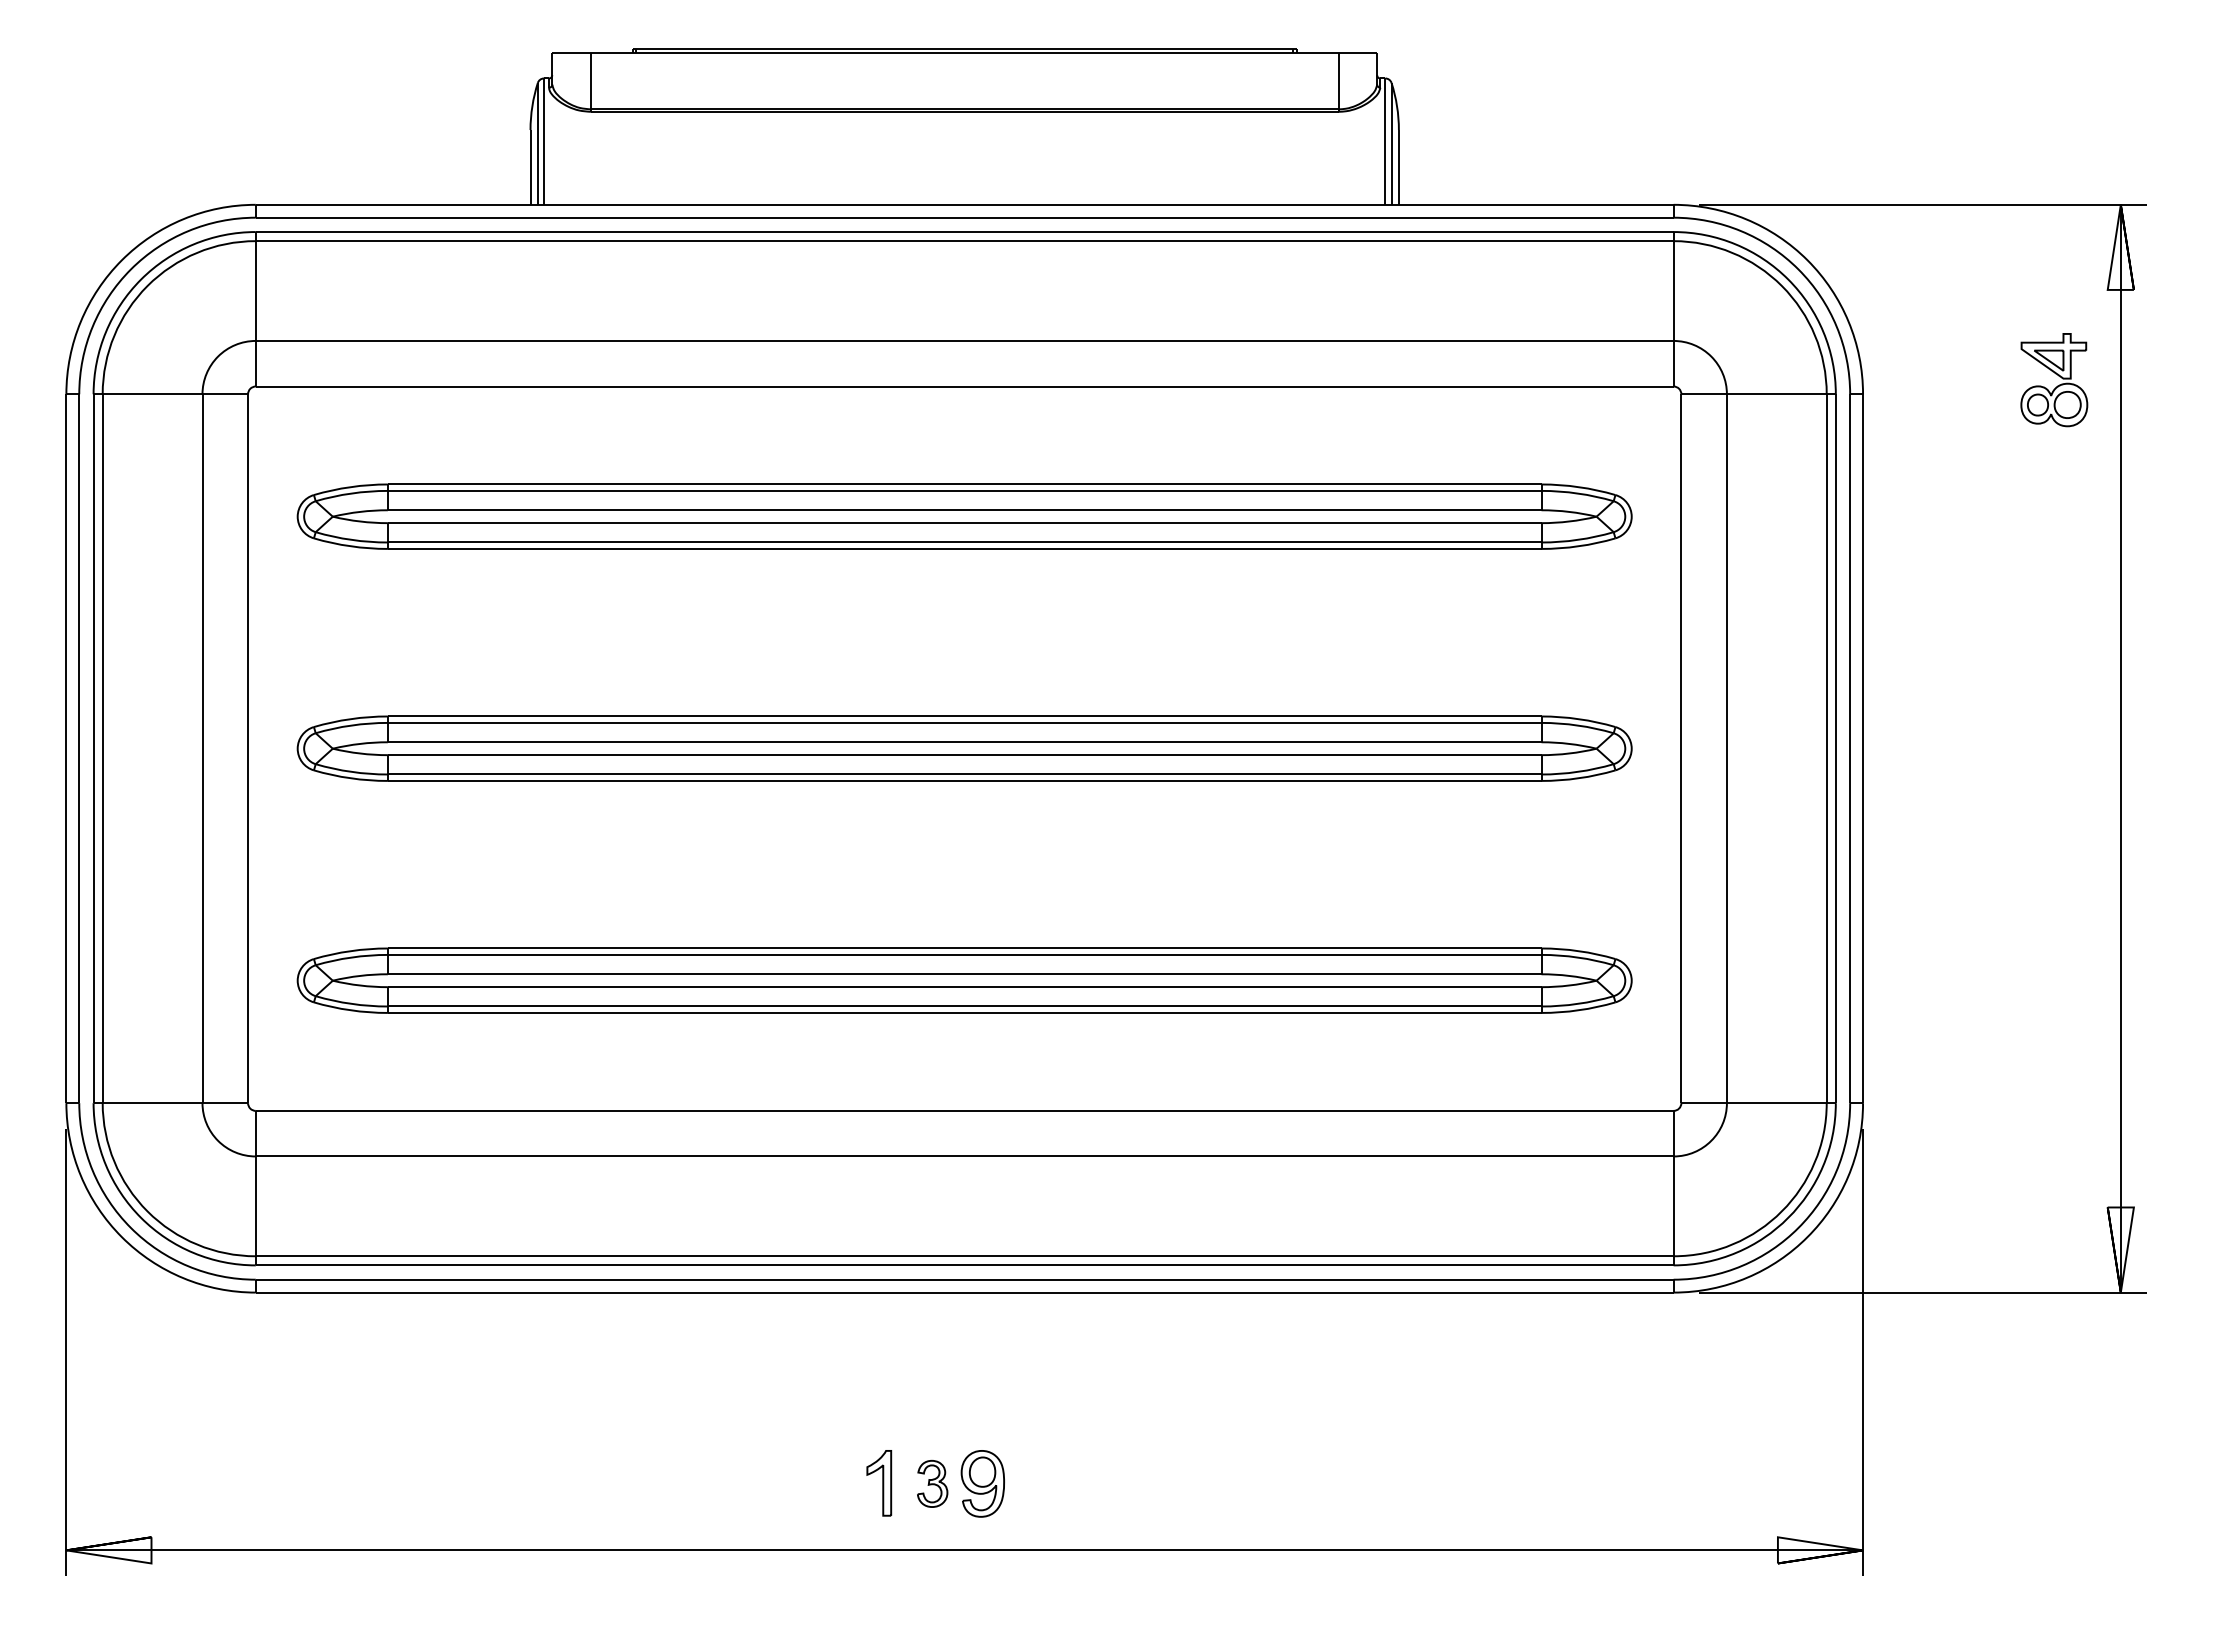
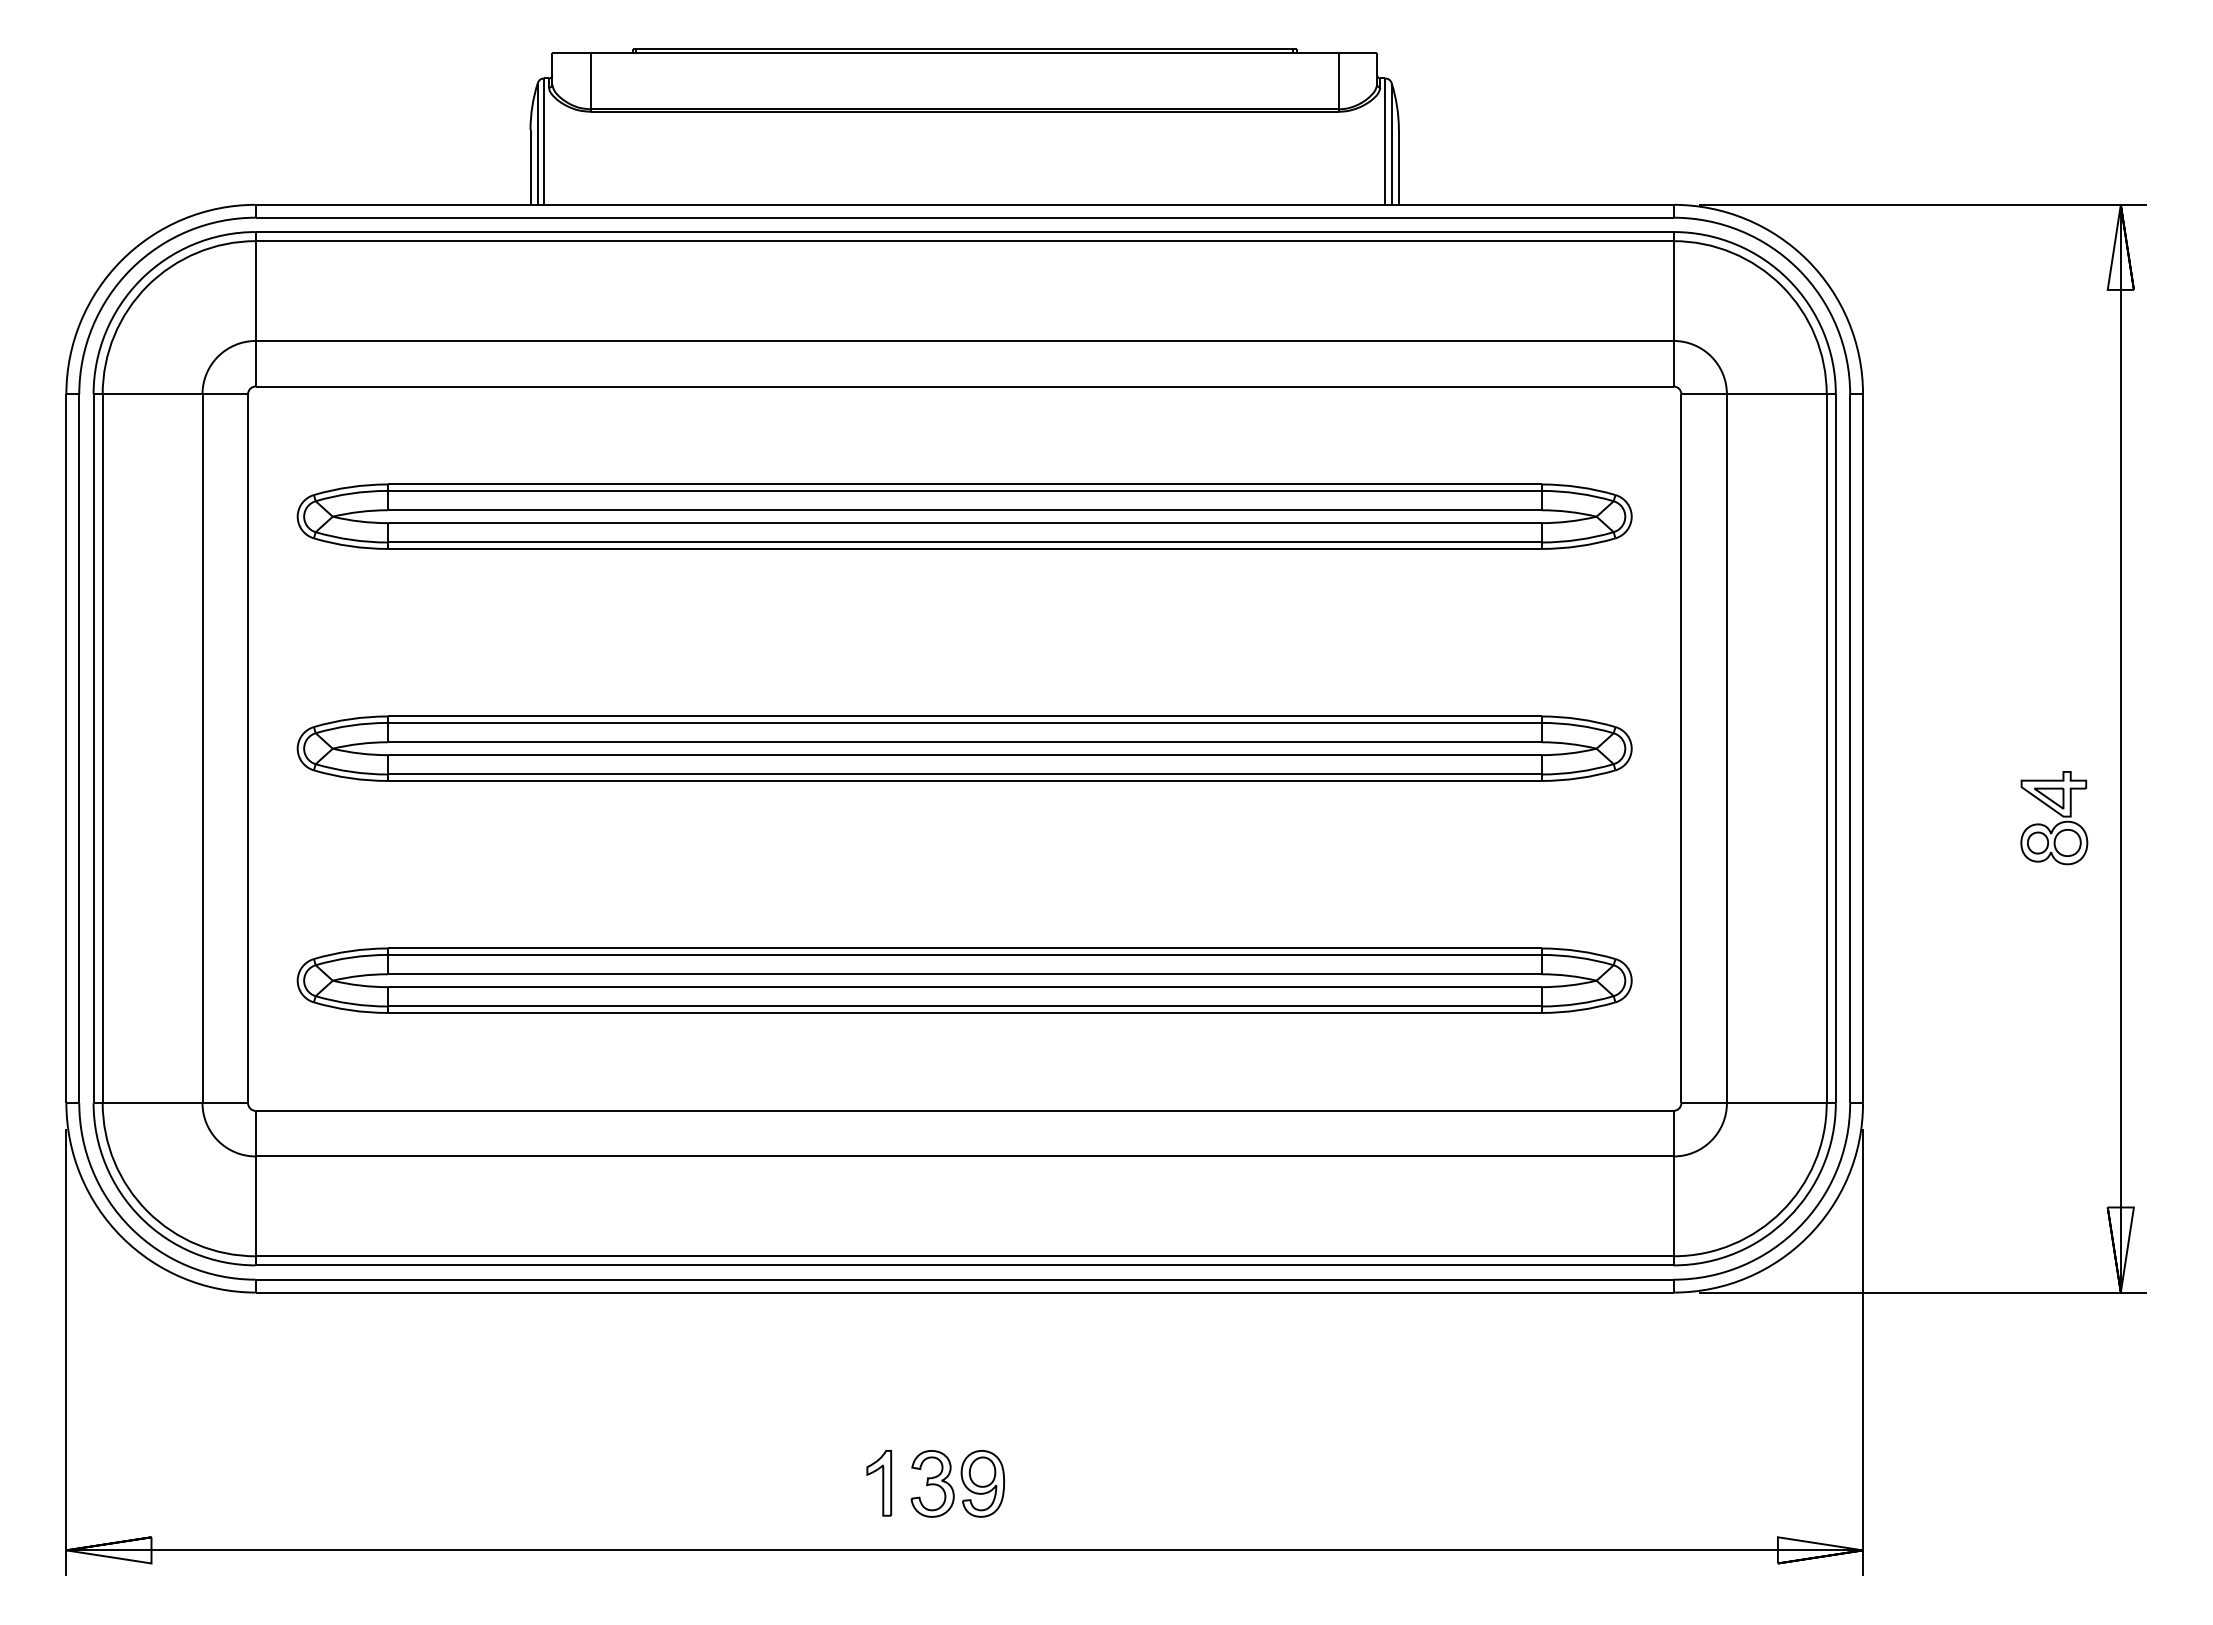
part at (2054, 380) position: (2054, 380) -> (2054, 818)
part at (932, 1483) size: 32x48 px -> 45x68 px
